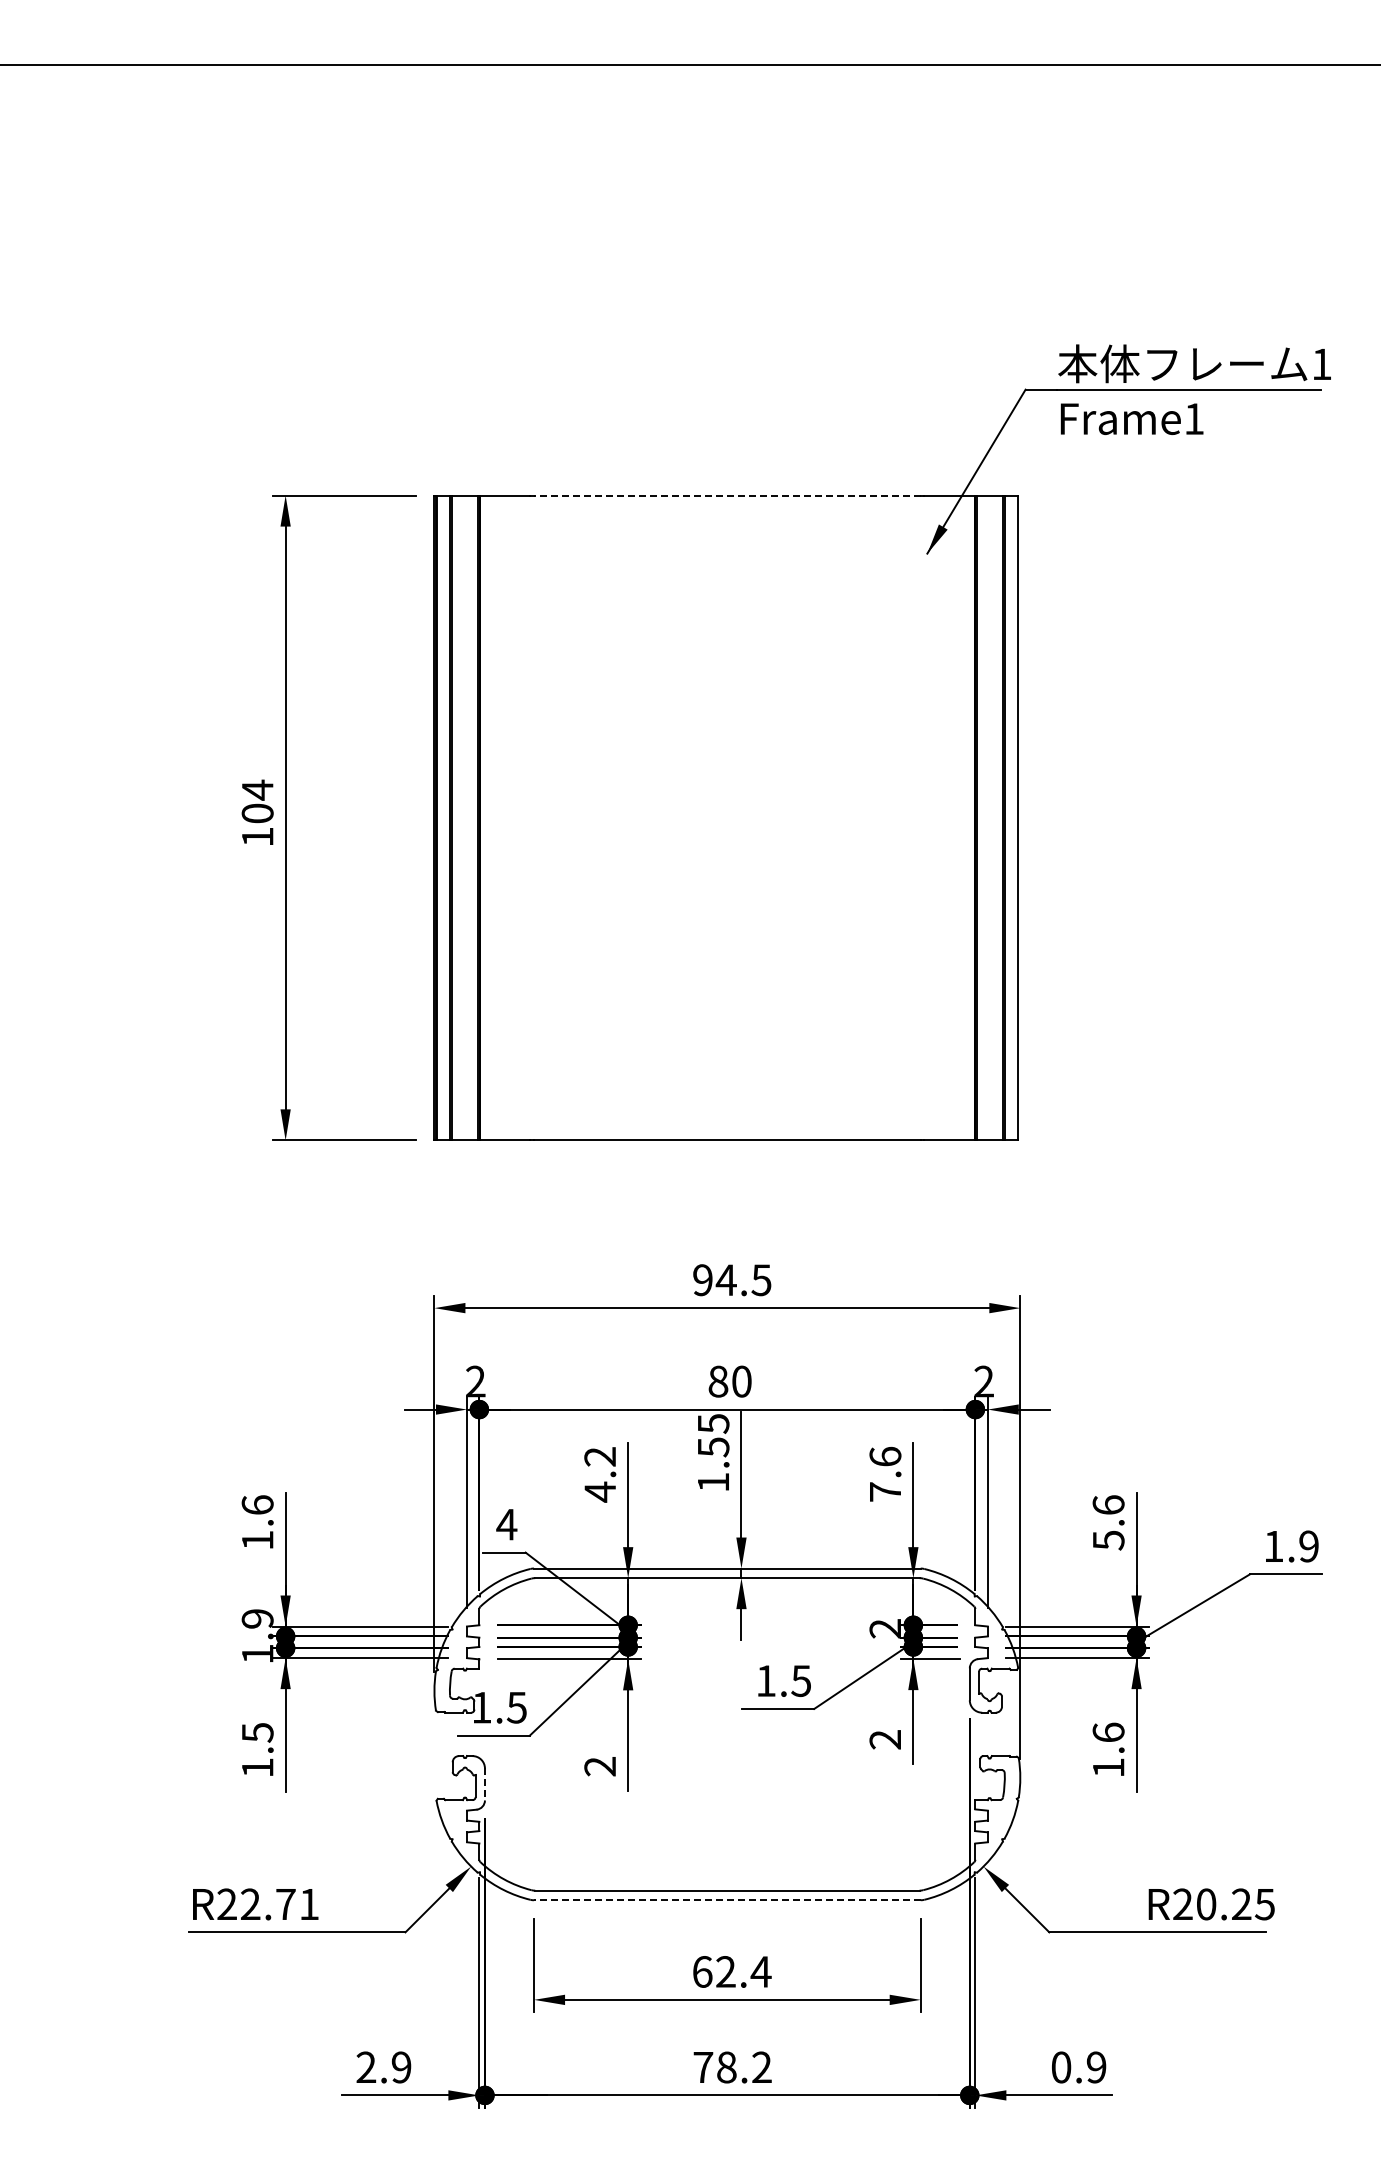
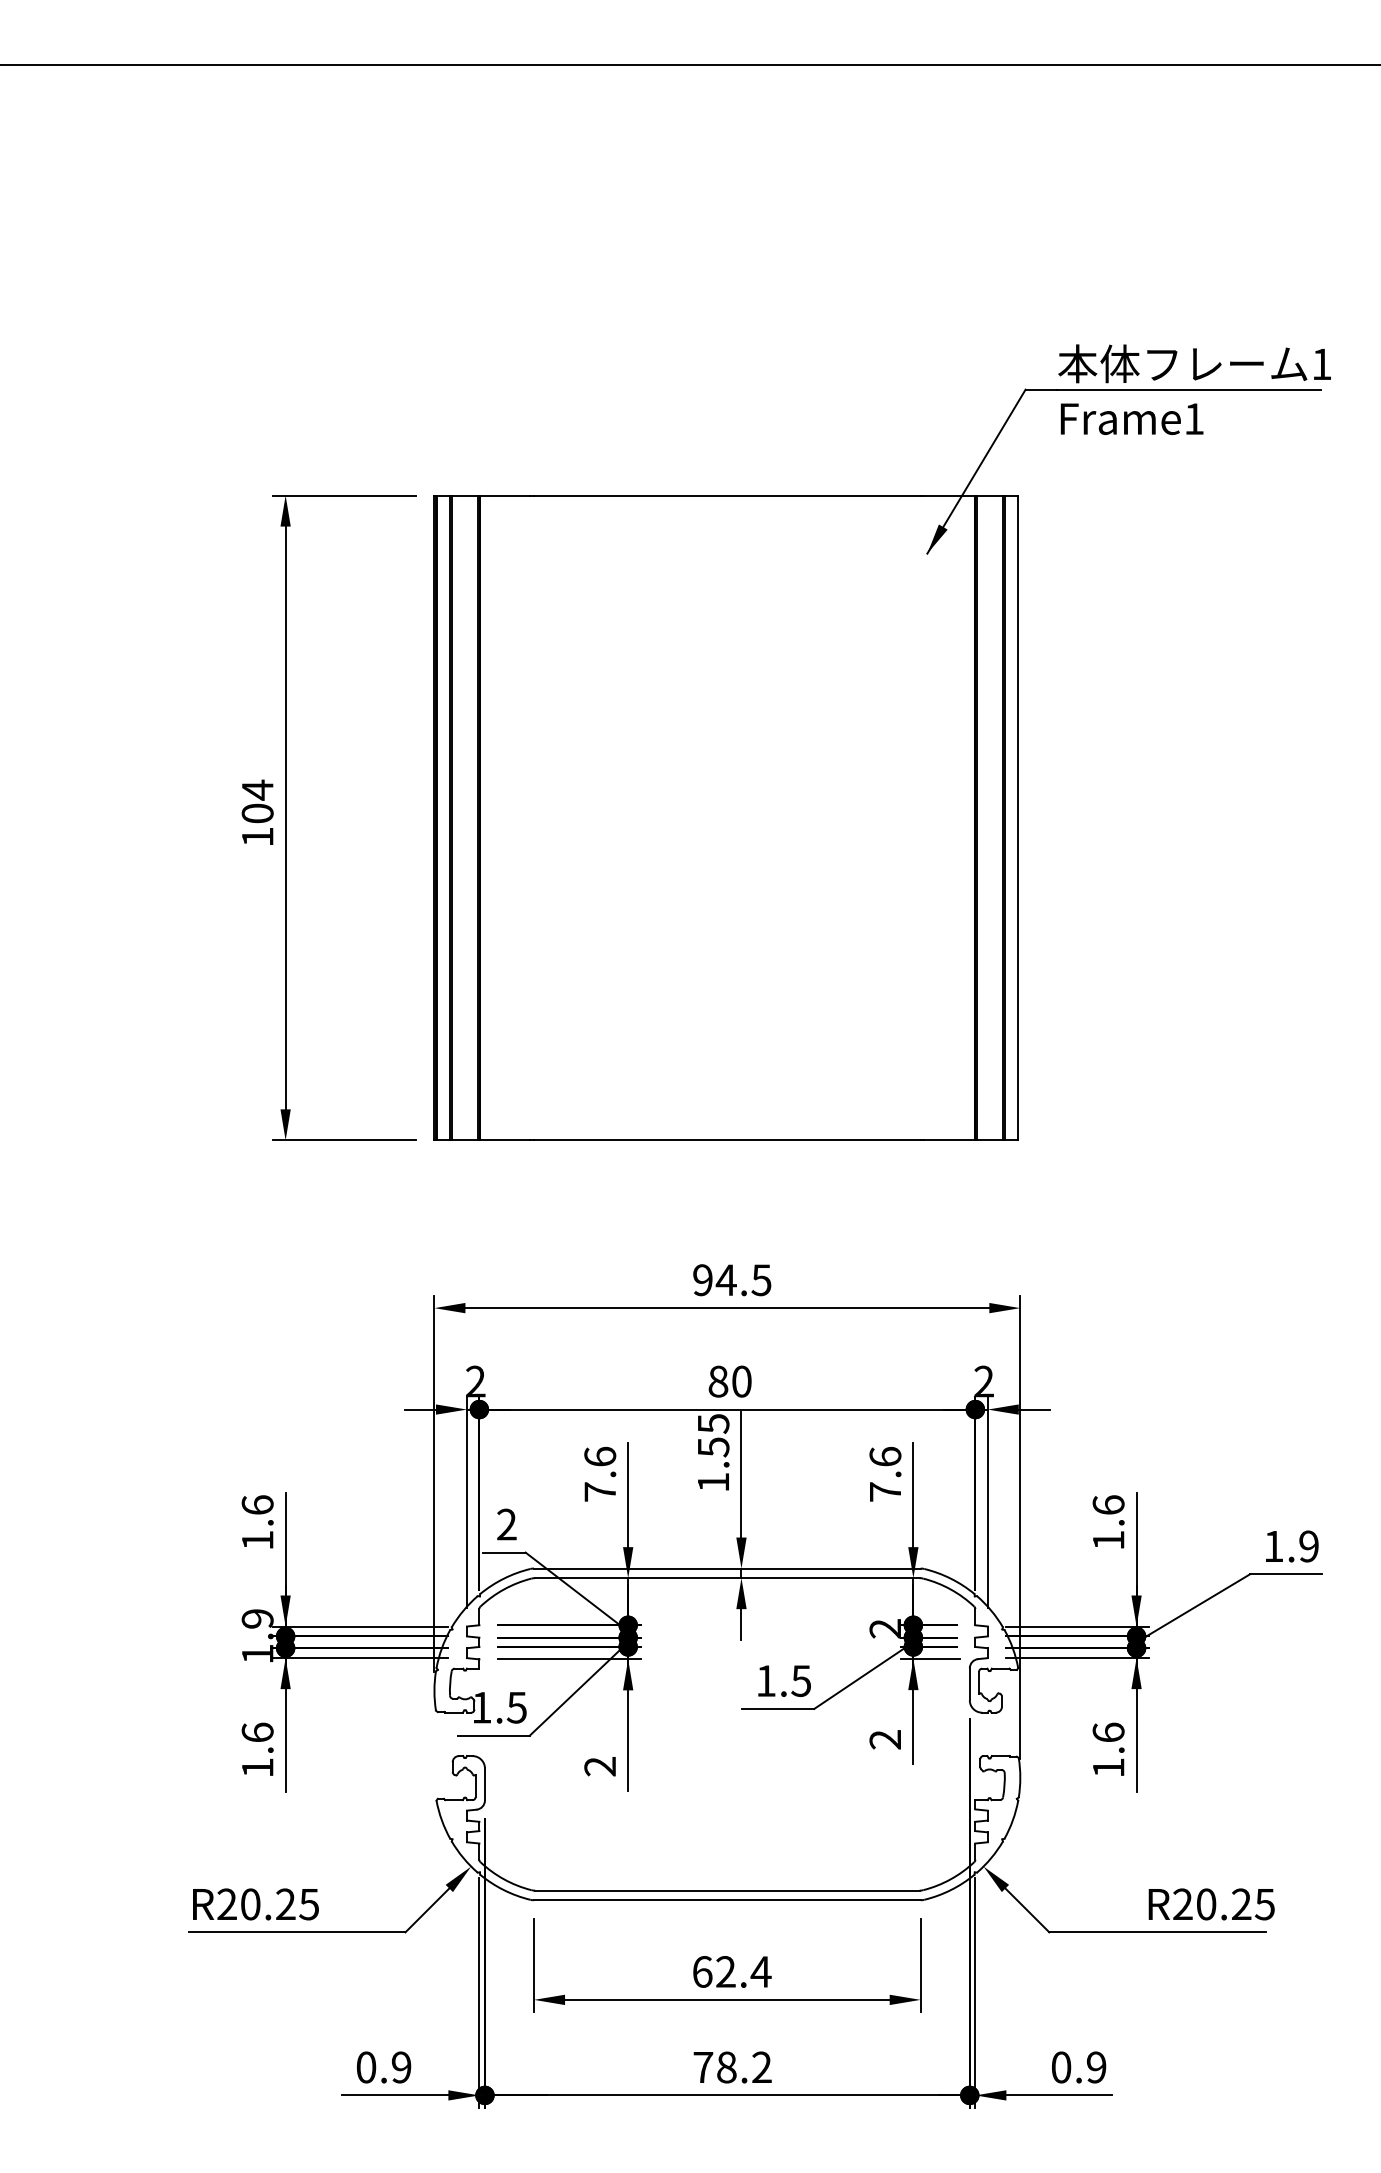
line at (726, 495): dashed -> solid
text at (600, 1474): 4.2 -> 7.6
text at (506, 1524): 4 -> 2
text at (1108, 1540): 5.6 -> 1.6
text at (257, 1732): 1.5 -> 1.6
line at (484, 1784): dashed -> solid
line at (726, 1900): dashed -> solid
text at (279, 1904): R22.71 -> R20.25
text at (366, 2067): 2.9 -> 0.9
